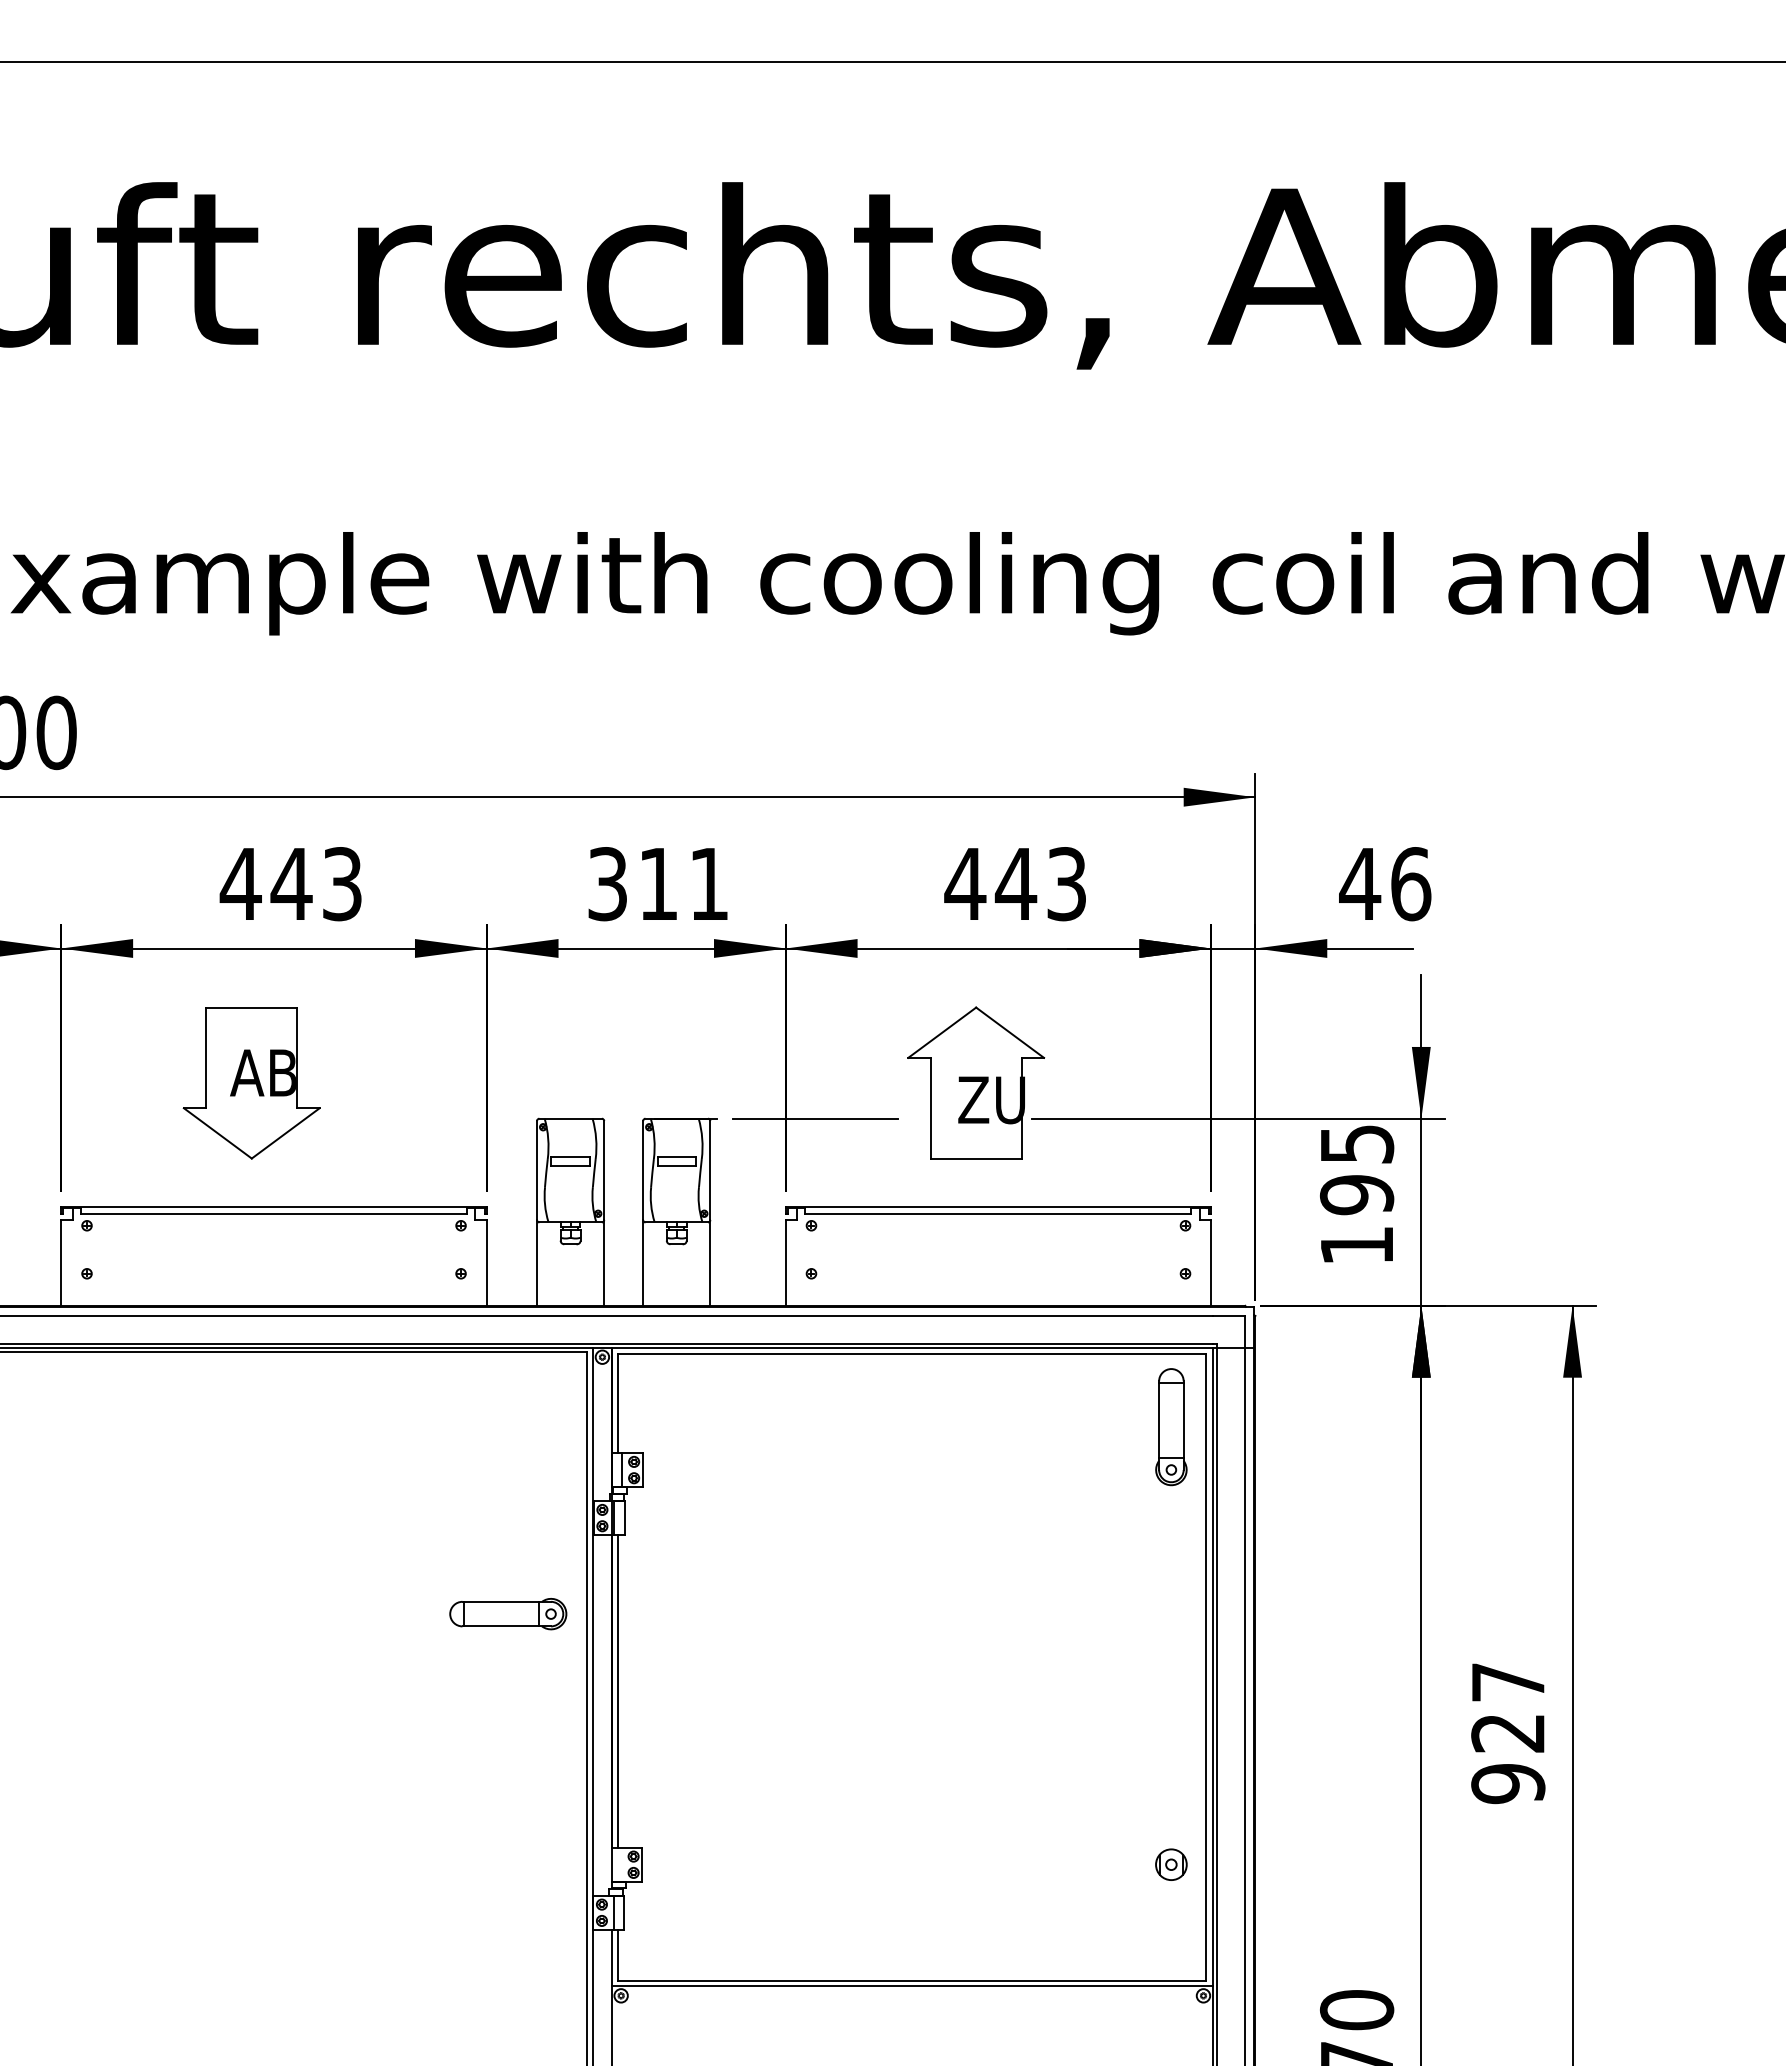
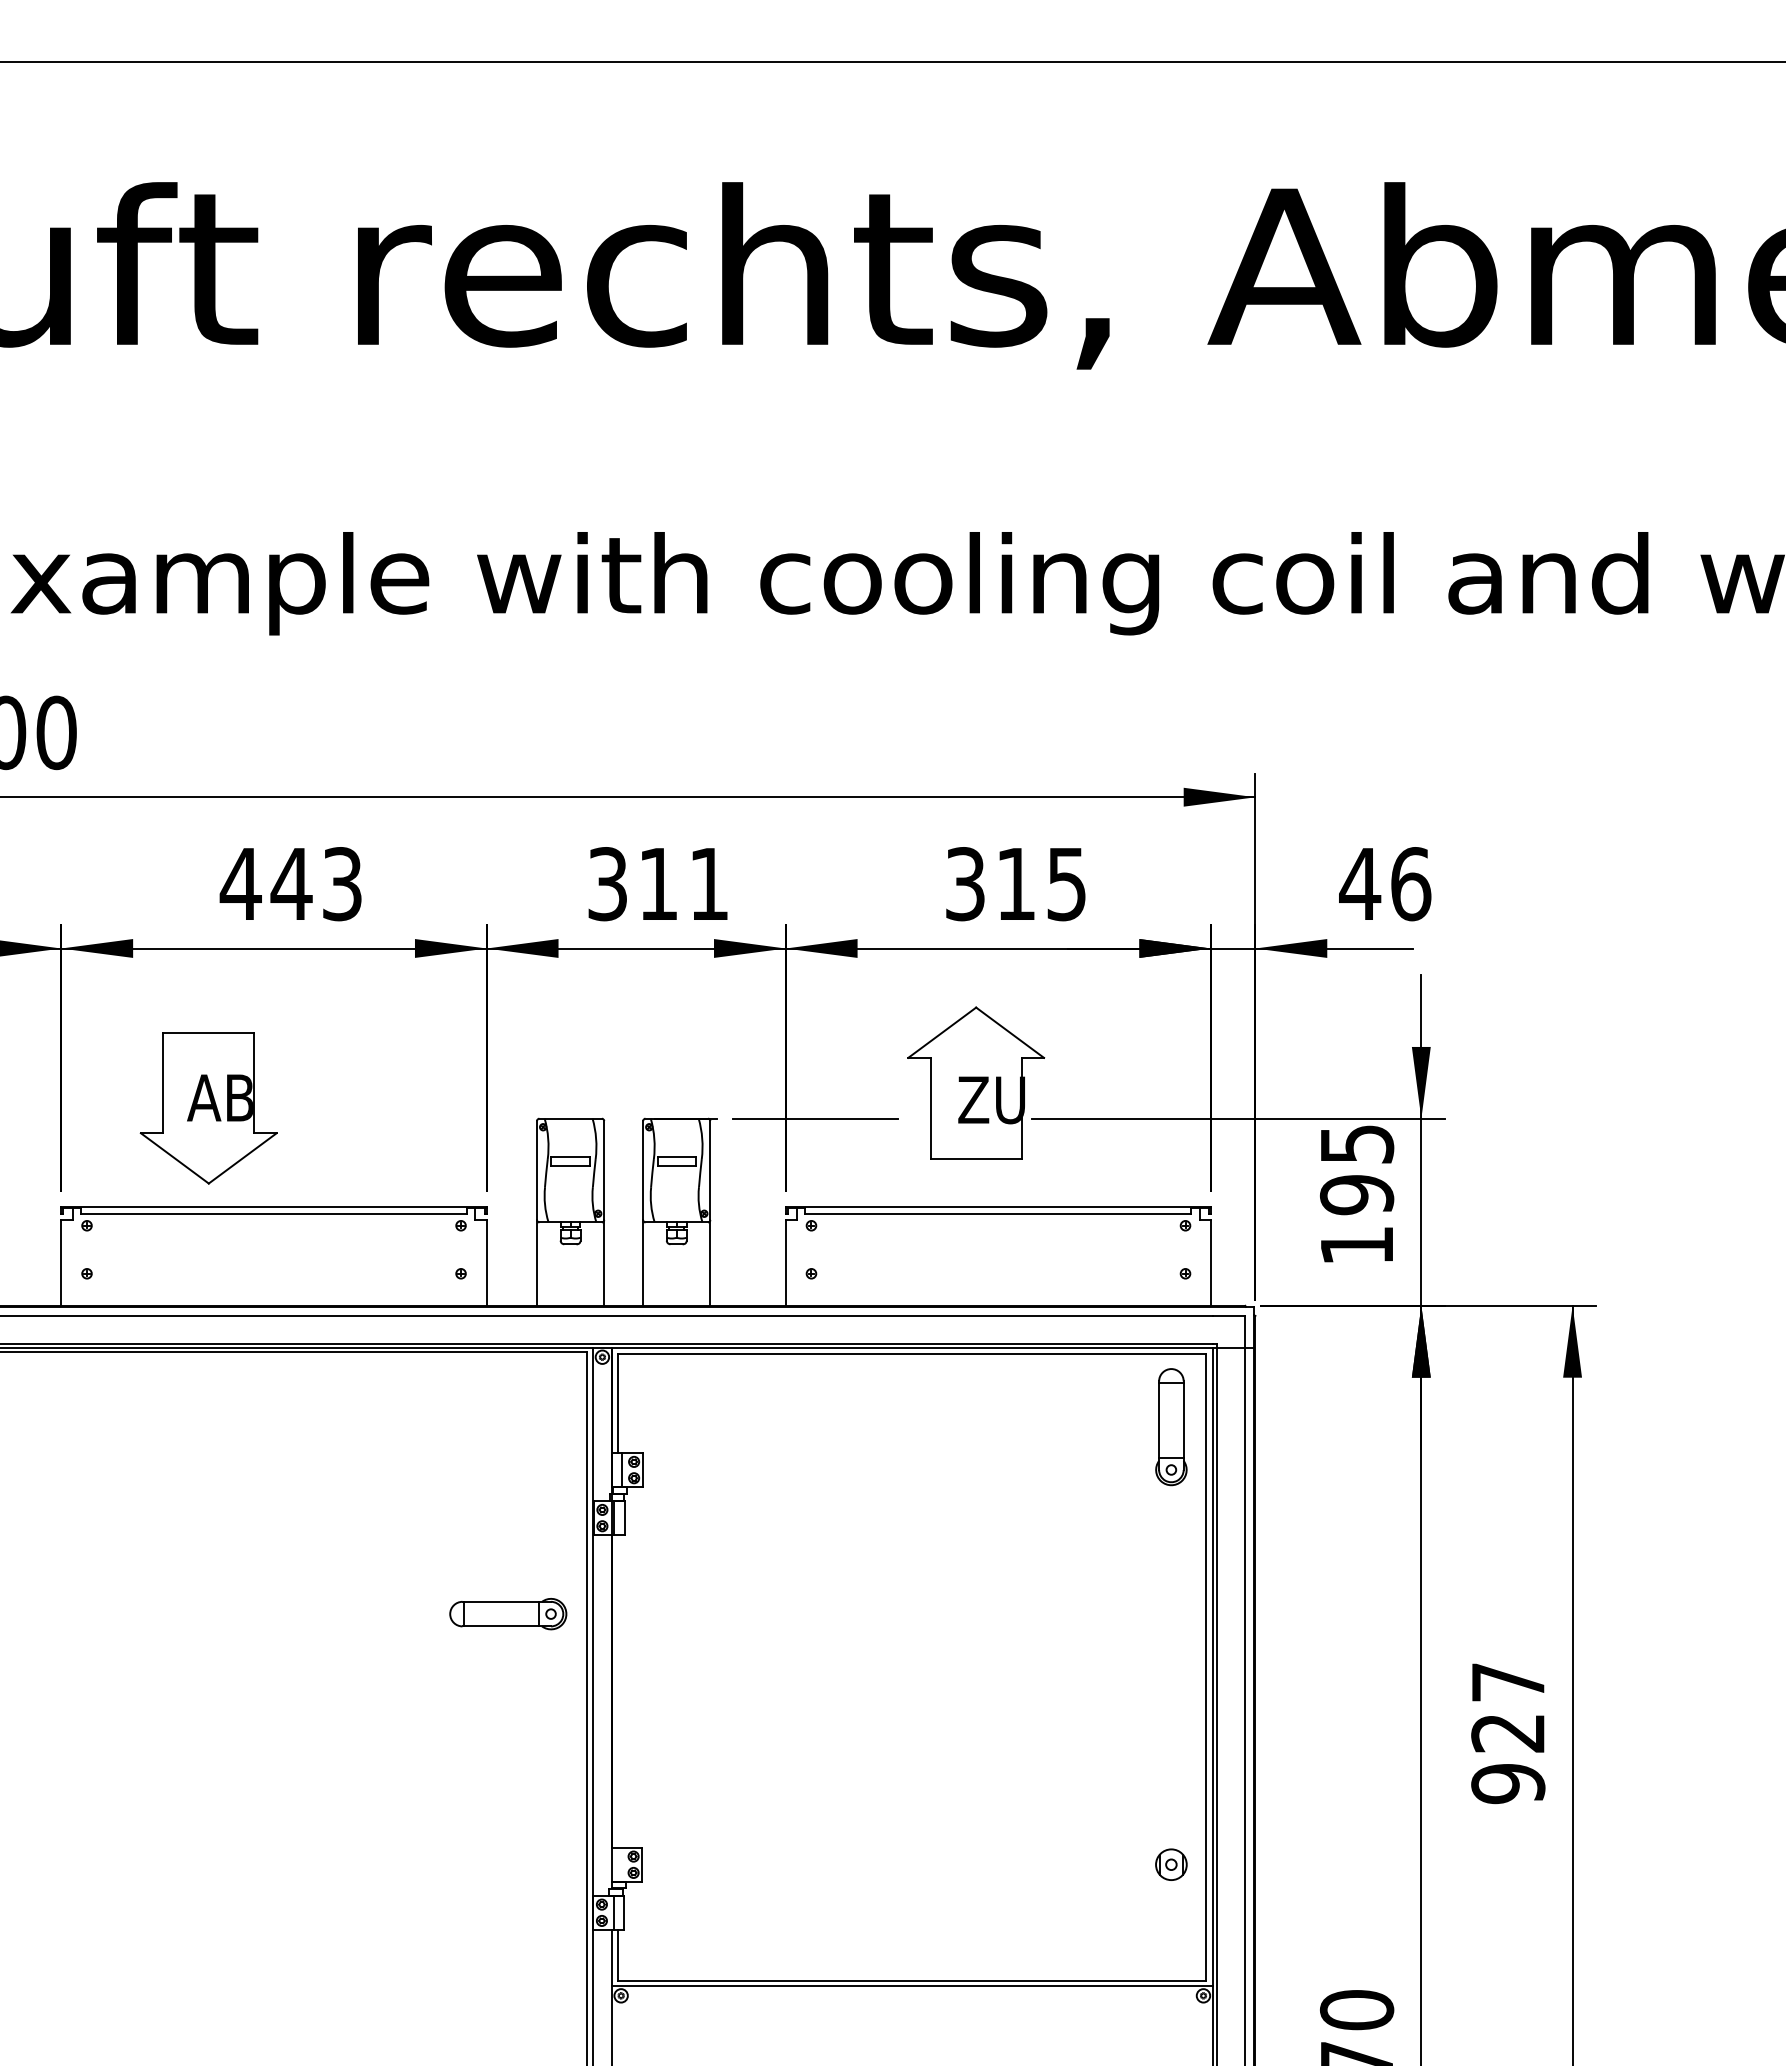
text at (1014, 884): 443 -> 315
part at (251, 1083) position: (251, 1083) -> (208, 1108)
line at (618, 1690): present -> none
